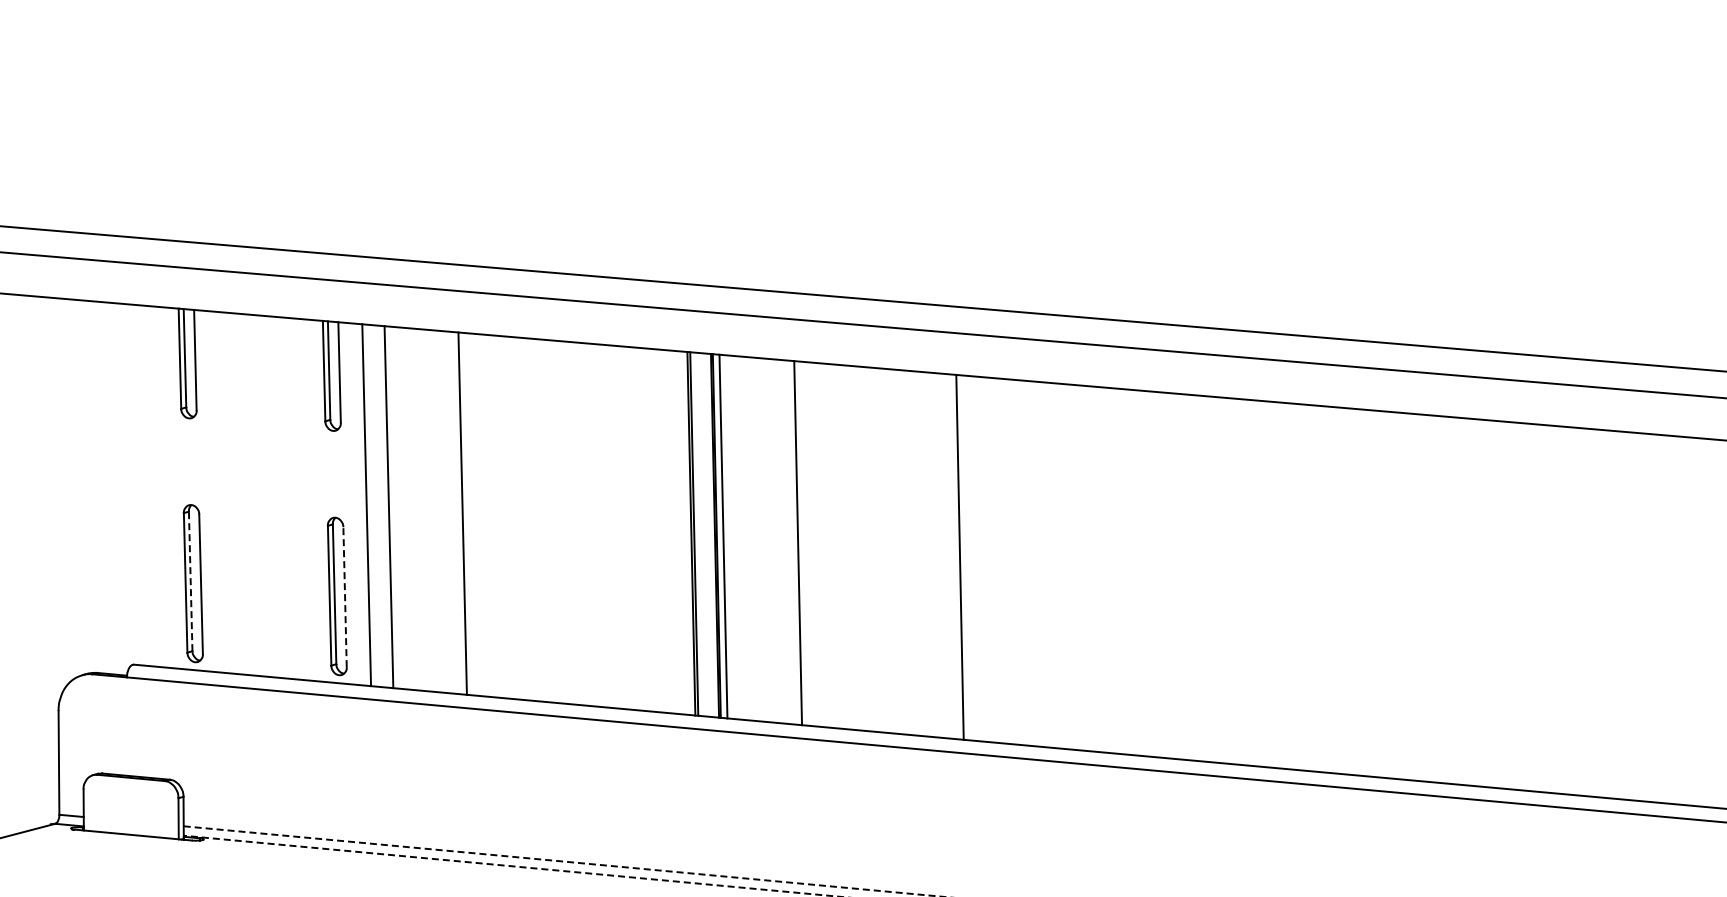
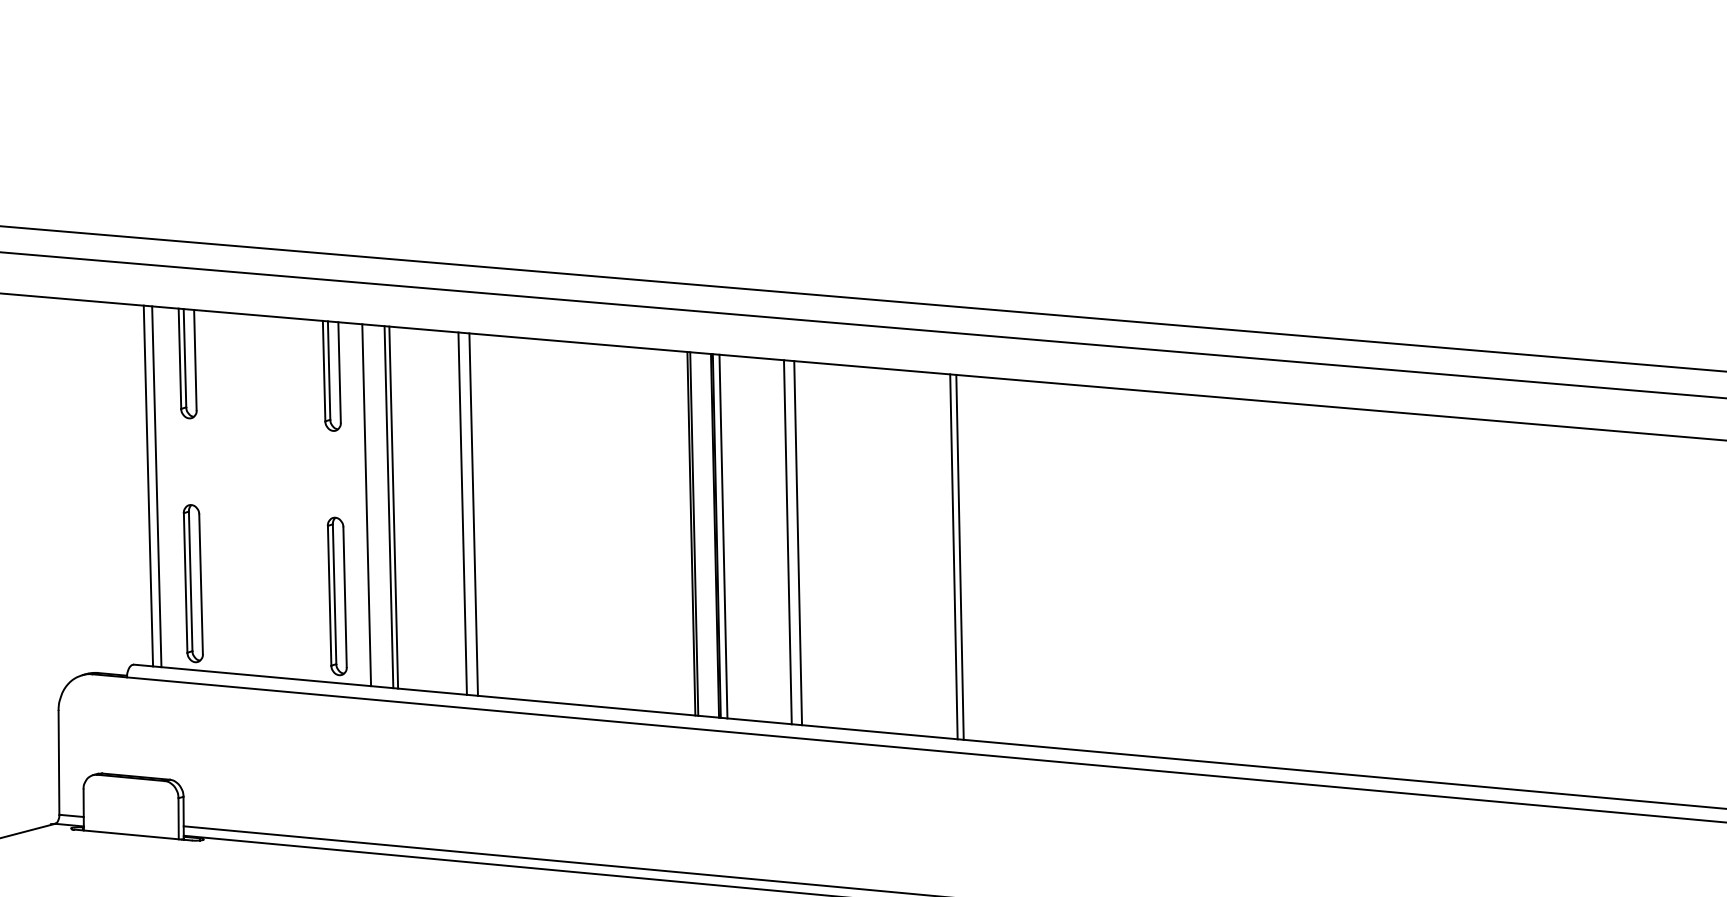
line at (148, 485): none -> present
line at (156, 486): none -> present
line at (393, 507): none -> present
line at (473, 514): none -> present
line at (787, 542): none -> present
line at (953, 556): none -> present
line at (190, 581): dashed -> solid
line at (345, 597): dashed -> solid
line at (564, 861): dashed -> solid
line at (512, 866): dashed -> solid
